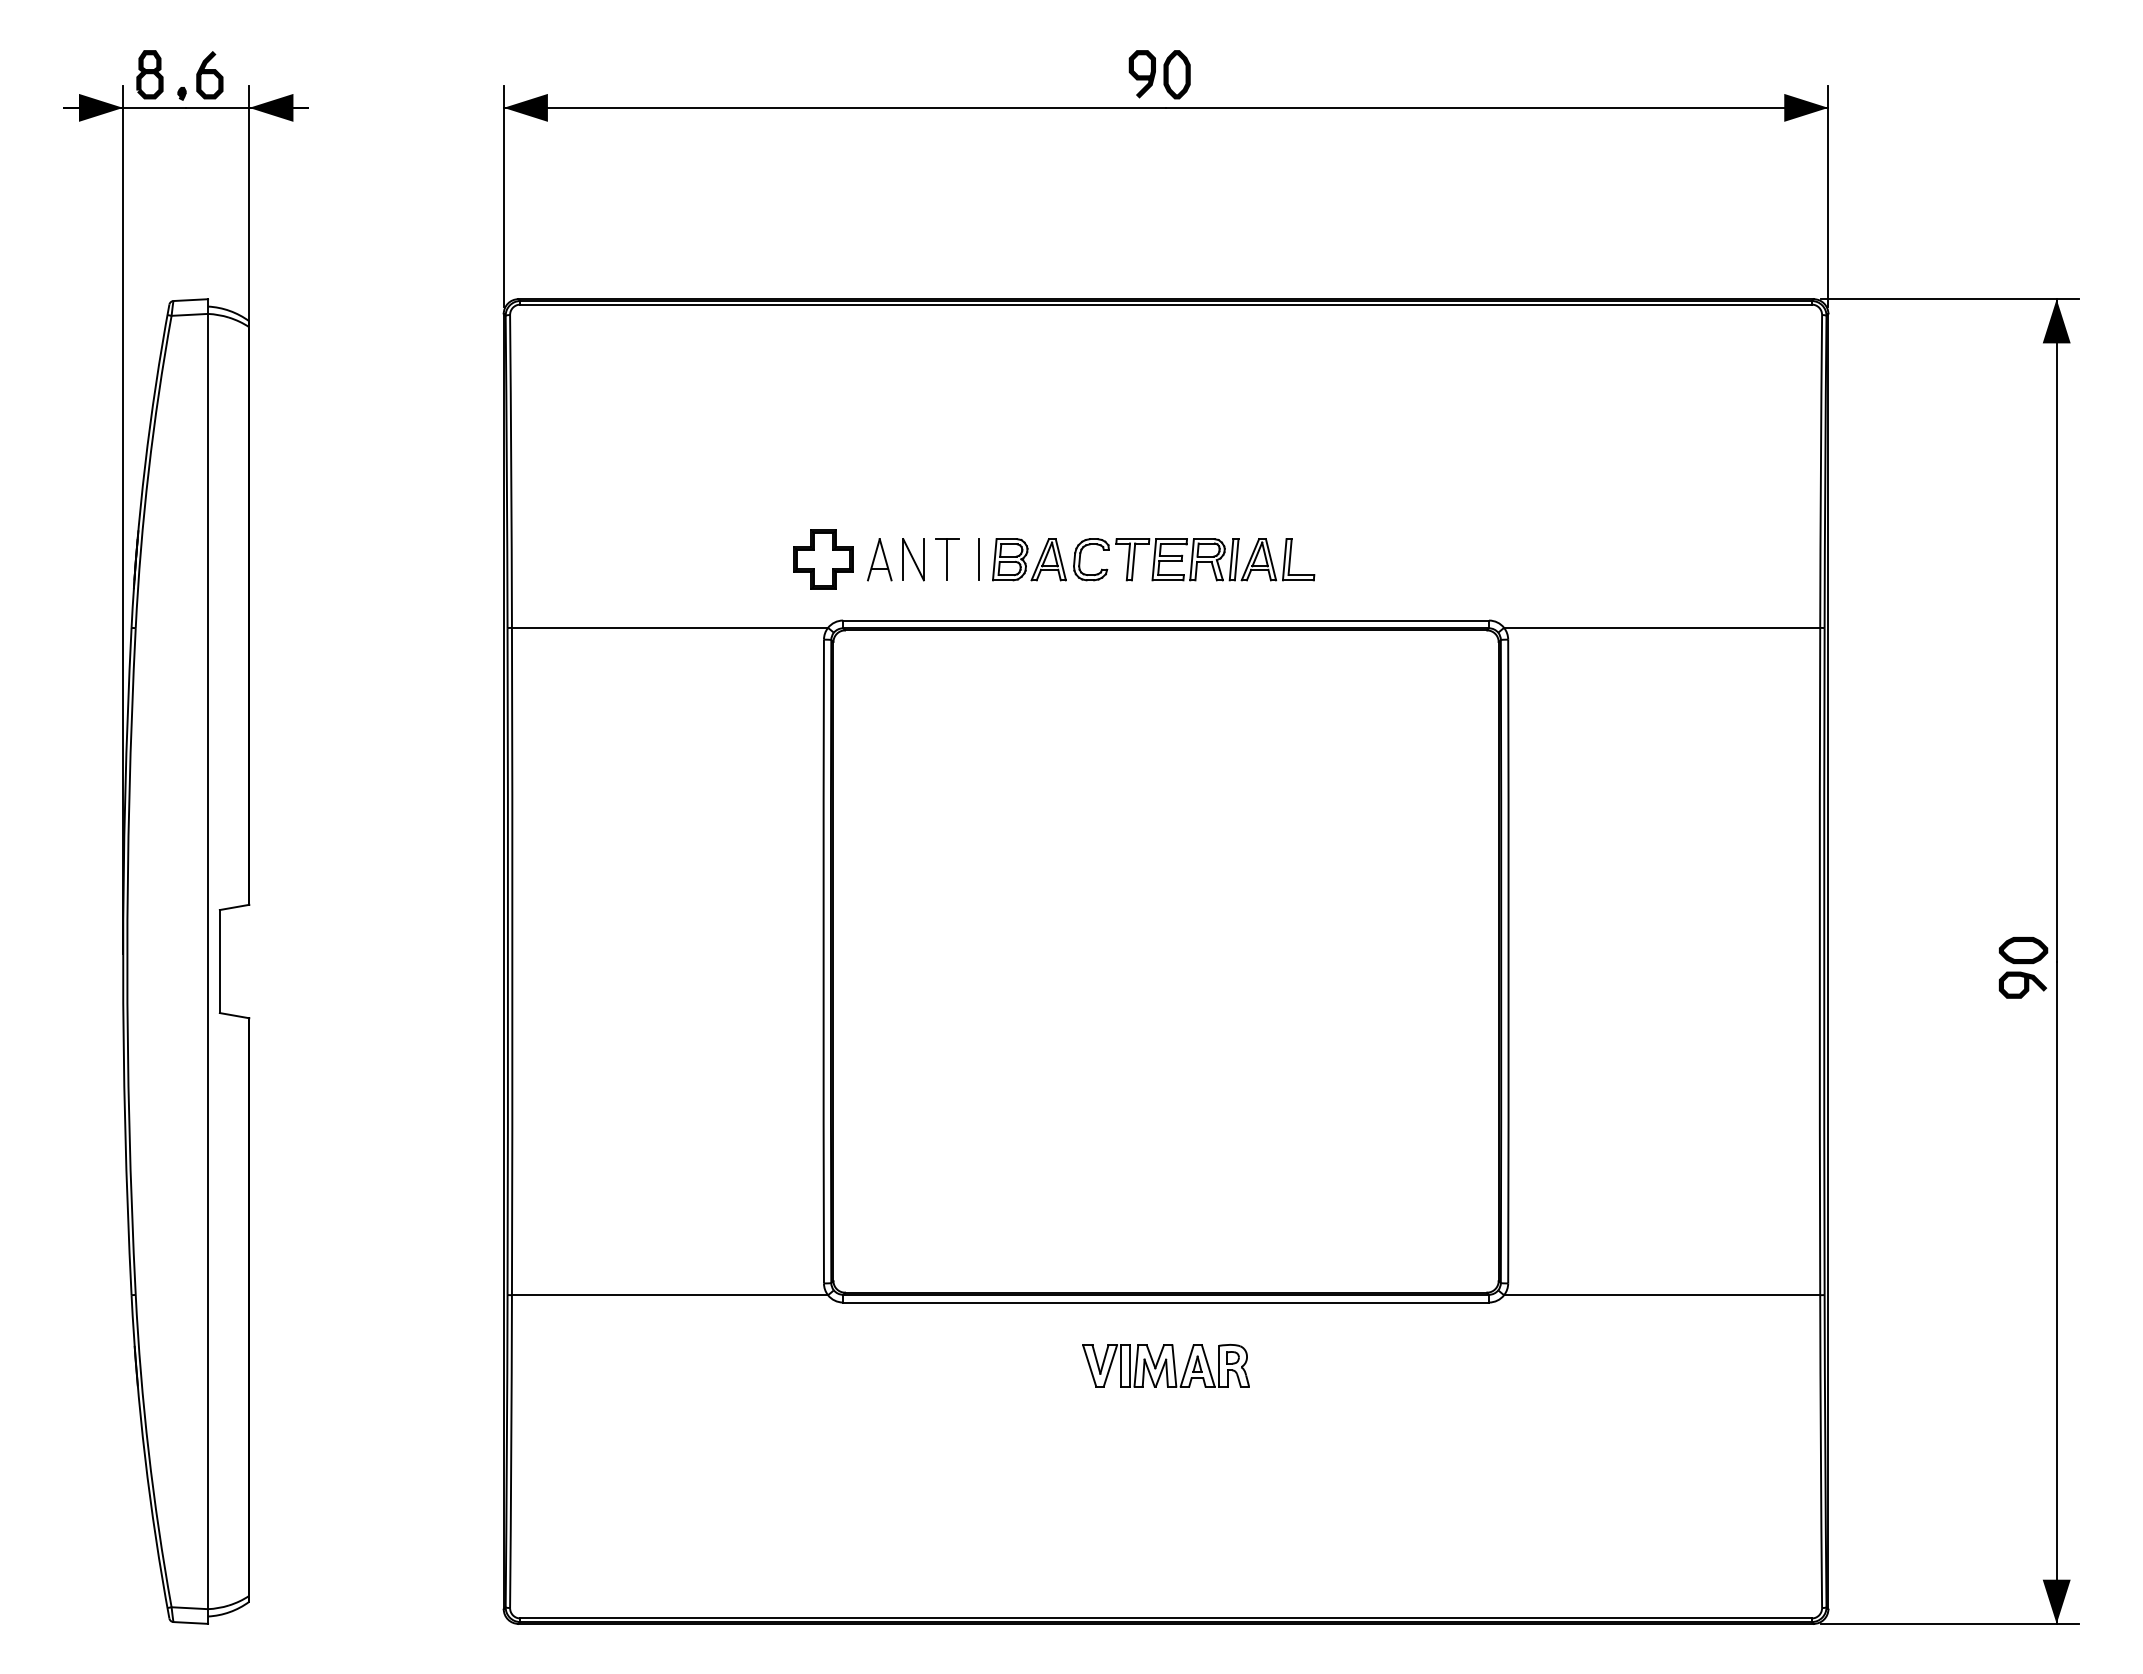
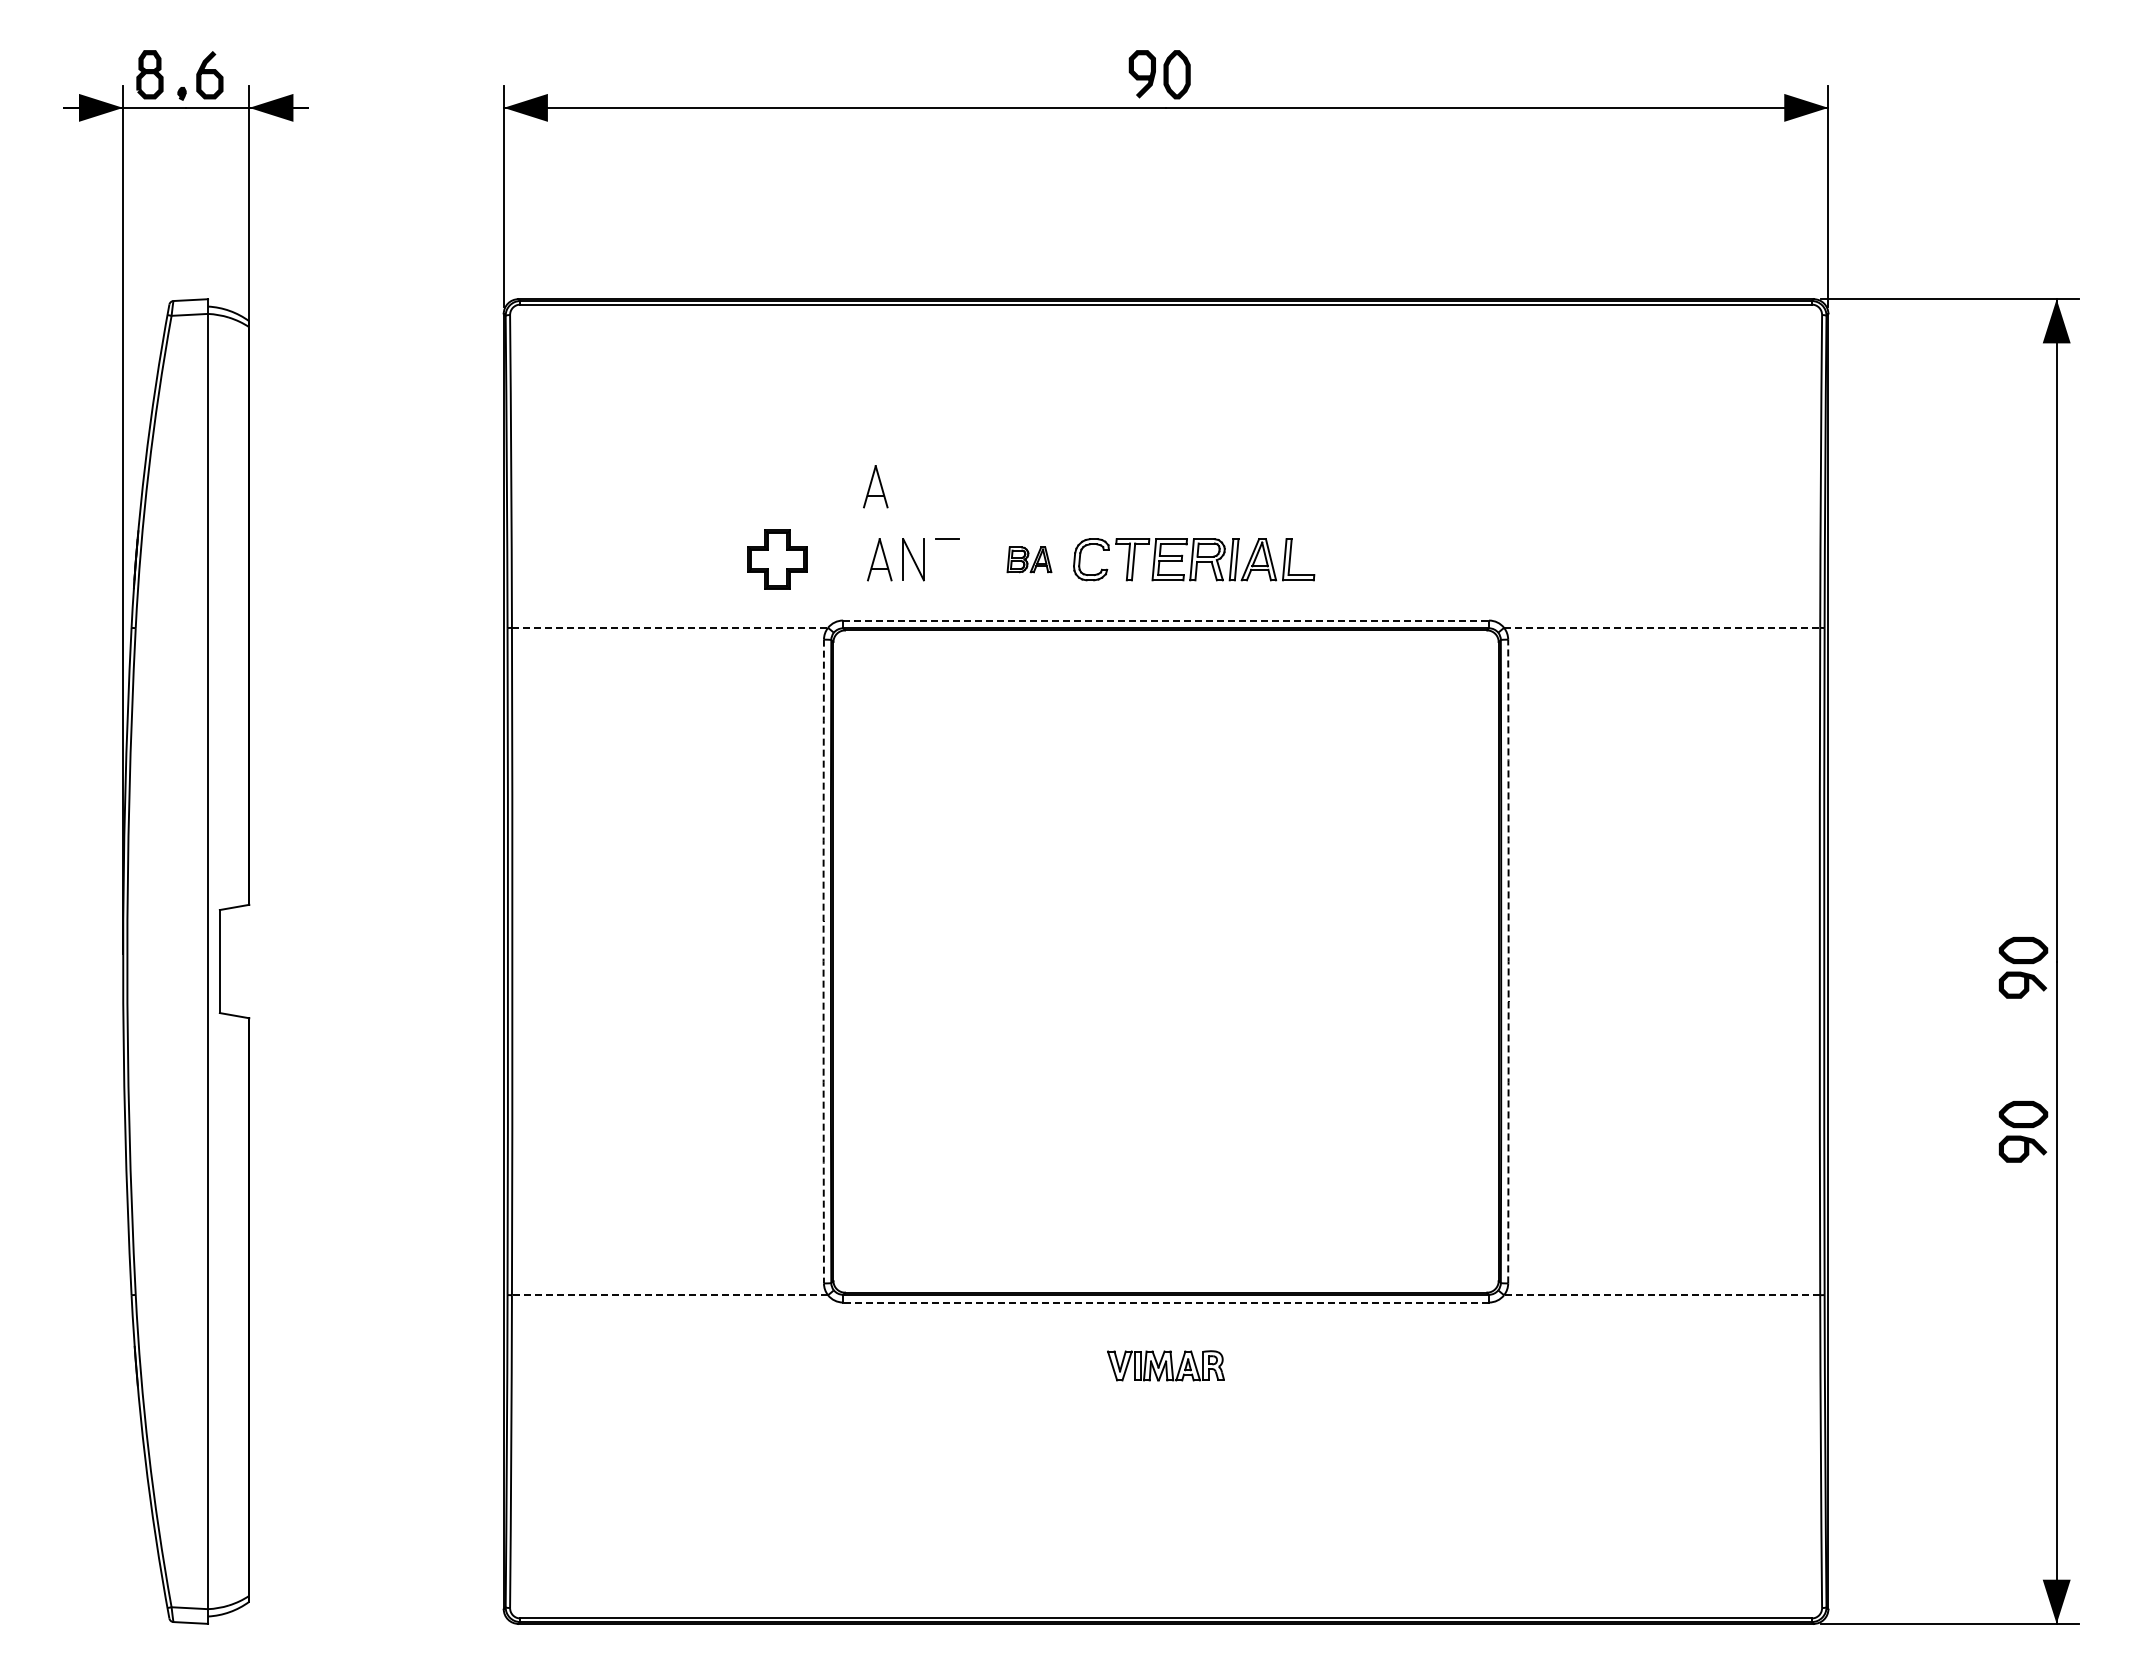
part at (875, 486): none -> present
part at (823, 559) position: (823, 559) -> (777, 559)
line at (947, 559): present -> none
line at (978, 559): present -> none
part at (1029, 559) size: 75x44 px -> 47x28 px
line at (1166, 620): solid -> dashed
line at (670, 627): solid -> dashed
line at (1662, 627): solid -> dashed
arc at (823, 961): solid -> dashed
arc at (1508, 961): solid -> dashed
part at (2023, 1131): none -> present
line at (669, 1295): solid -> dashed
line at (1661, 1295): solid -> dashed
line at (1166, 1302): solid -> dashed
part at (1165, 1365) size: 168x44 px -> 118x32 px
